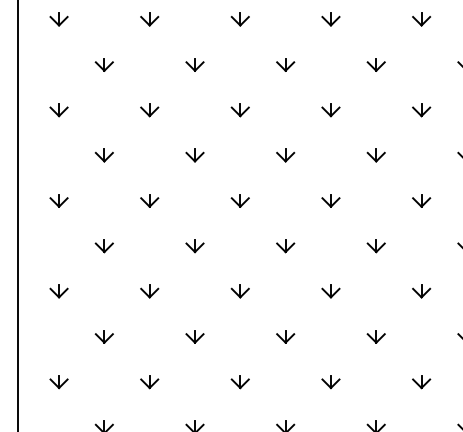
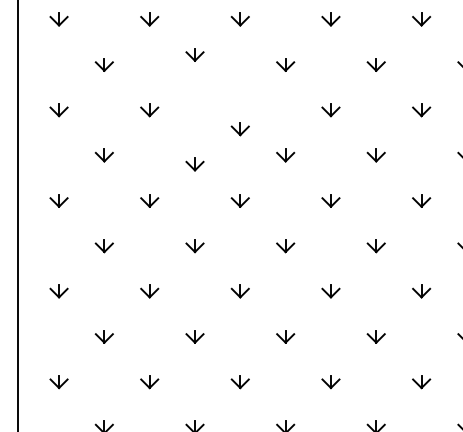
part at (194, 64) position: (194, 64) -> (194, 54)
part at (239, 110) position: (239, 110) -> (239, 129)
part at (194, 155) position: (194, 155) -> (194, 164)
